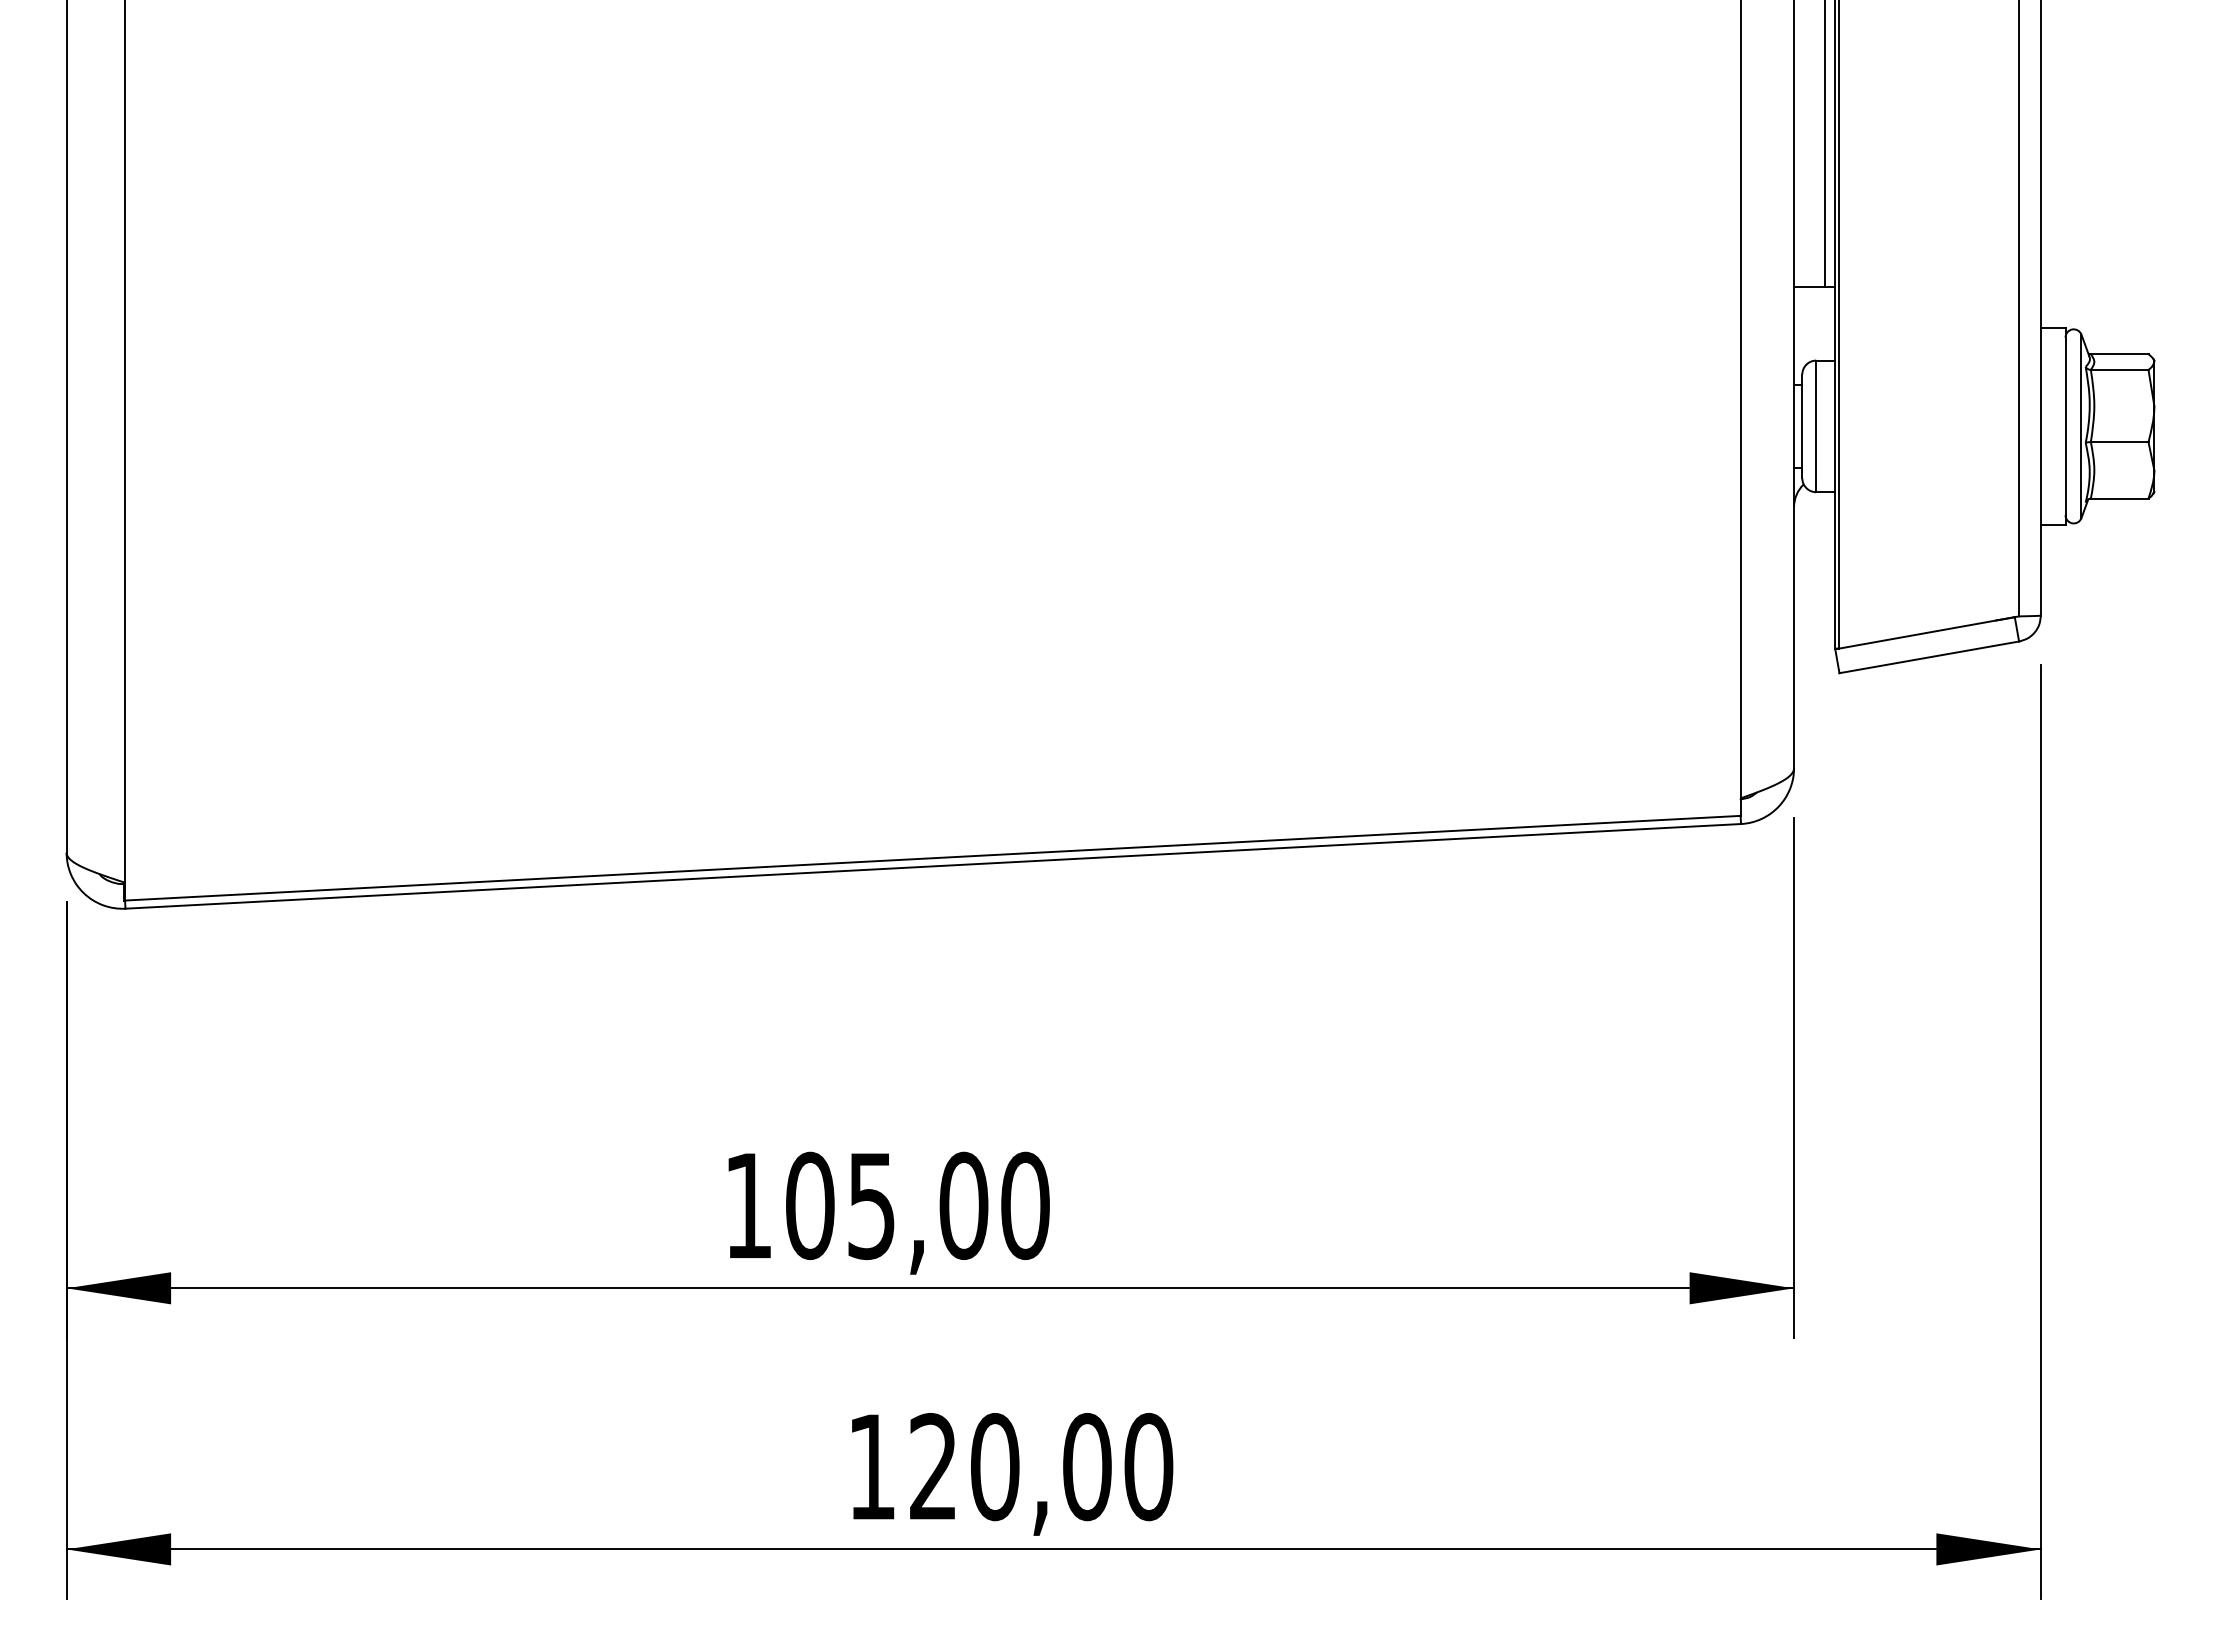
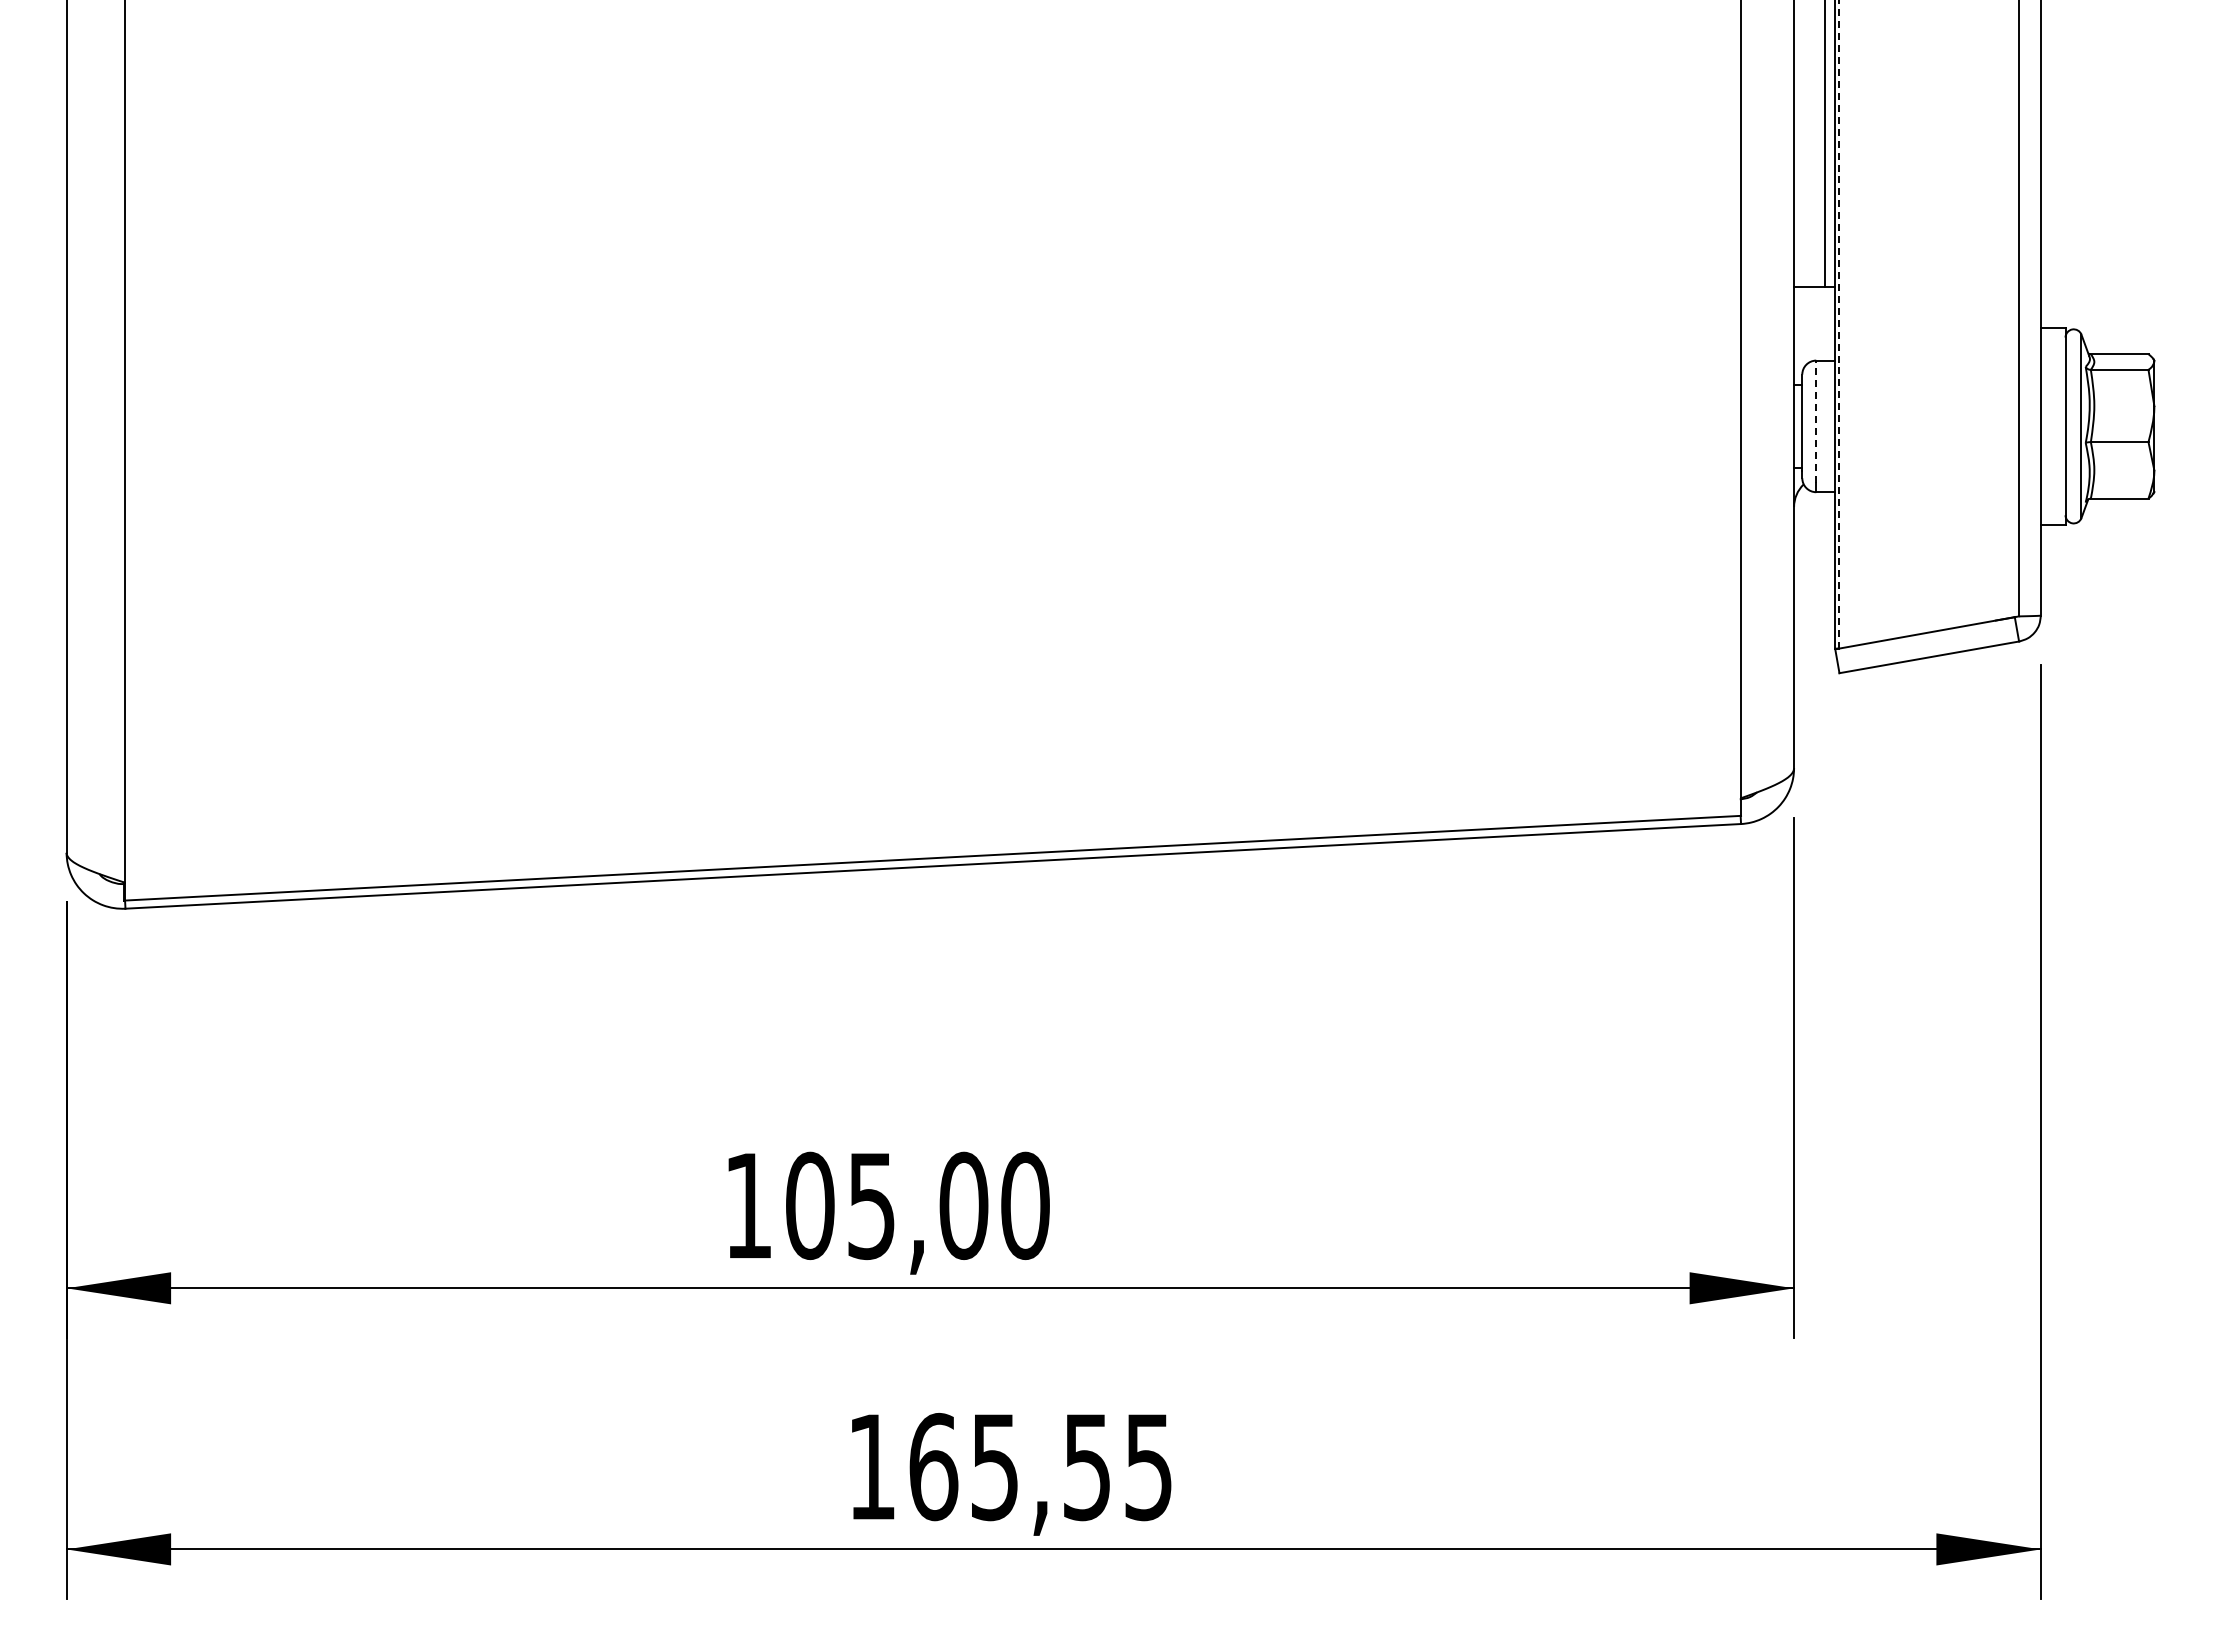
line at (1839, 324): solid -> dashed
line at (1816, 421): solid -> dashed
text at (1041, 1466): 120,00 -> 165,55
